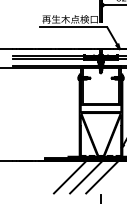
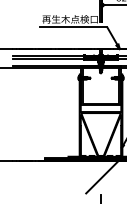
line at (69, 176): present -> none
line at (86, 176): present -> none
